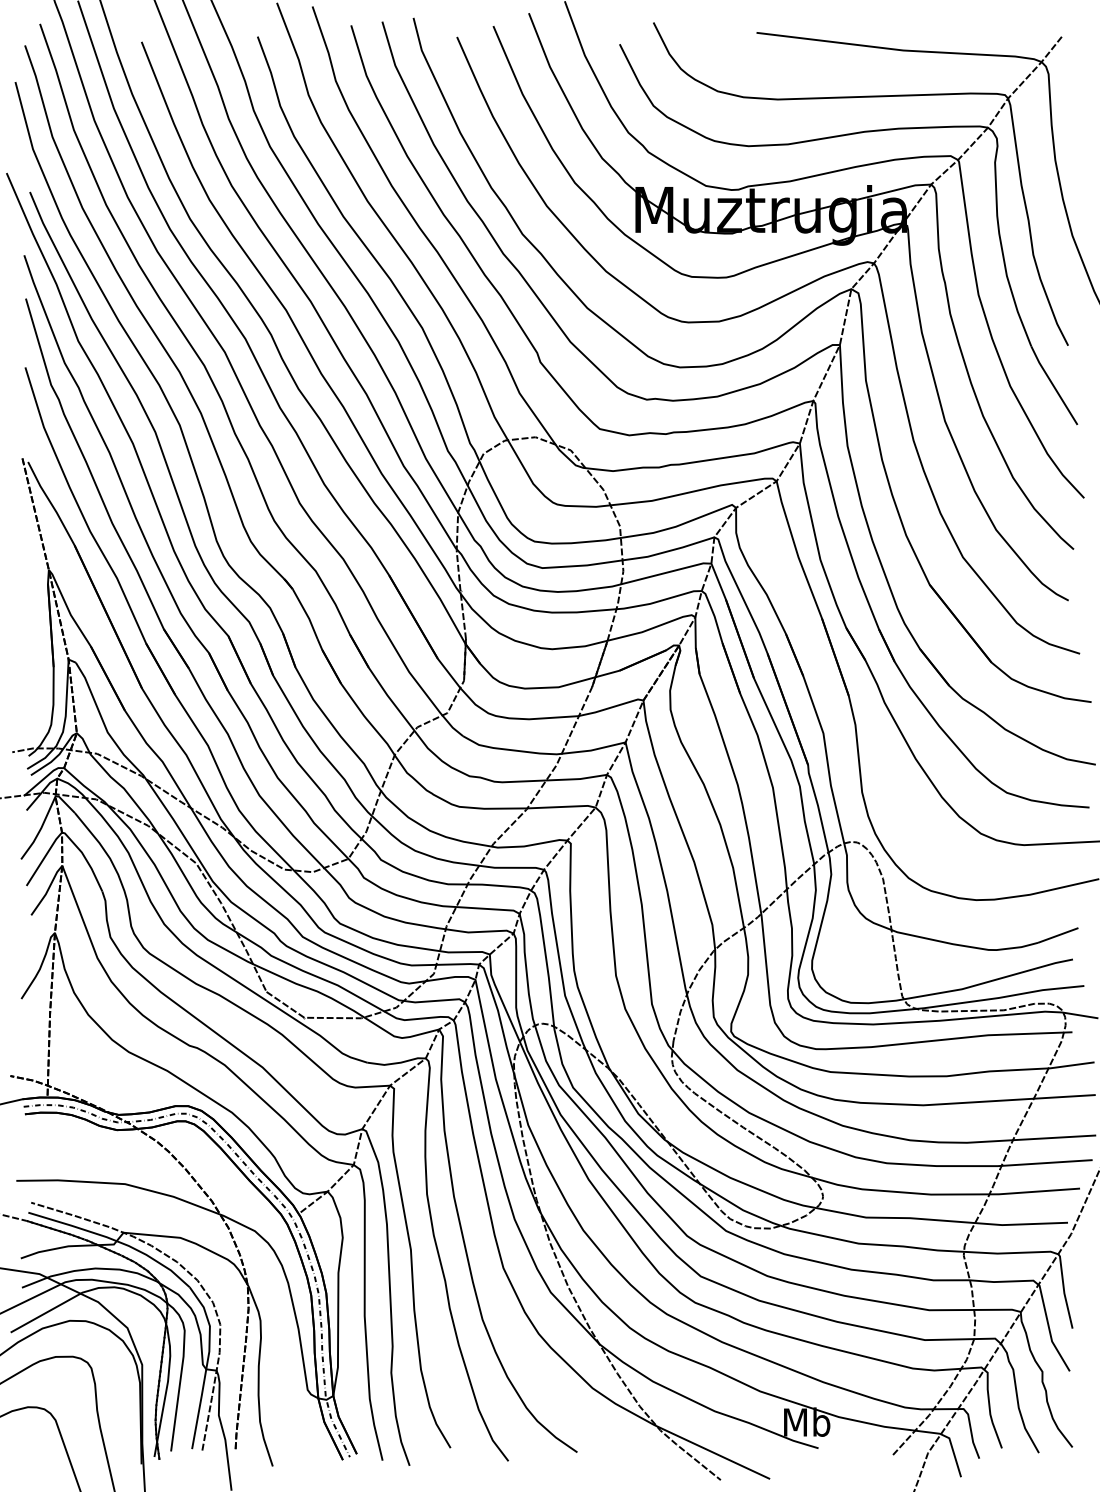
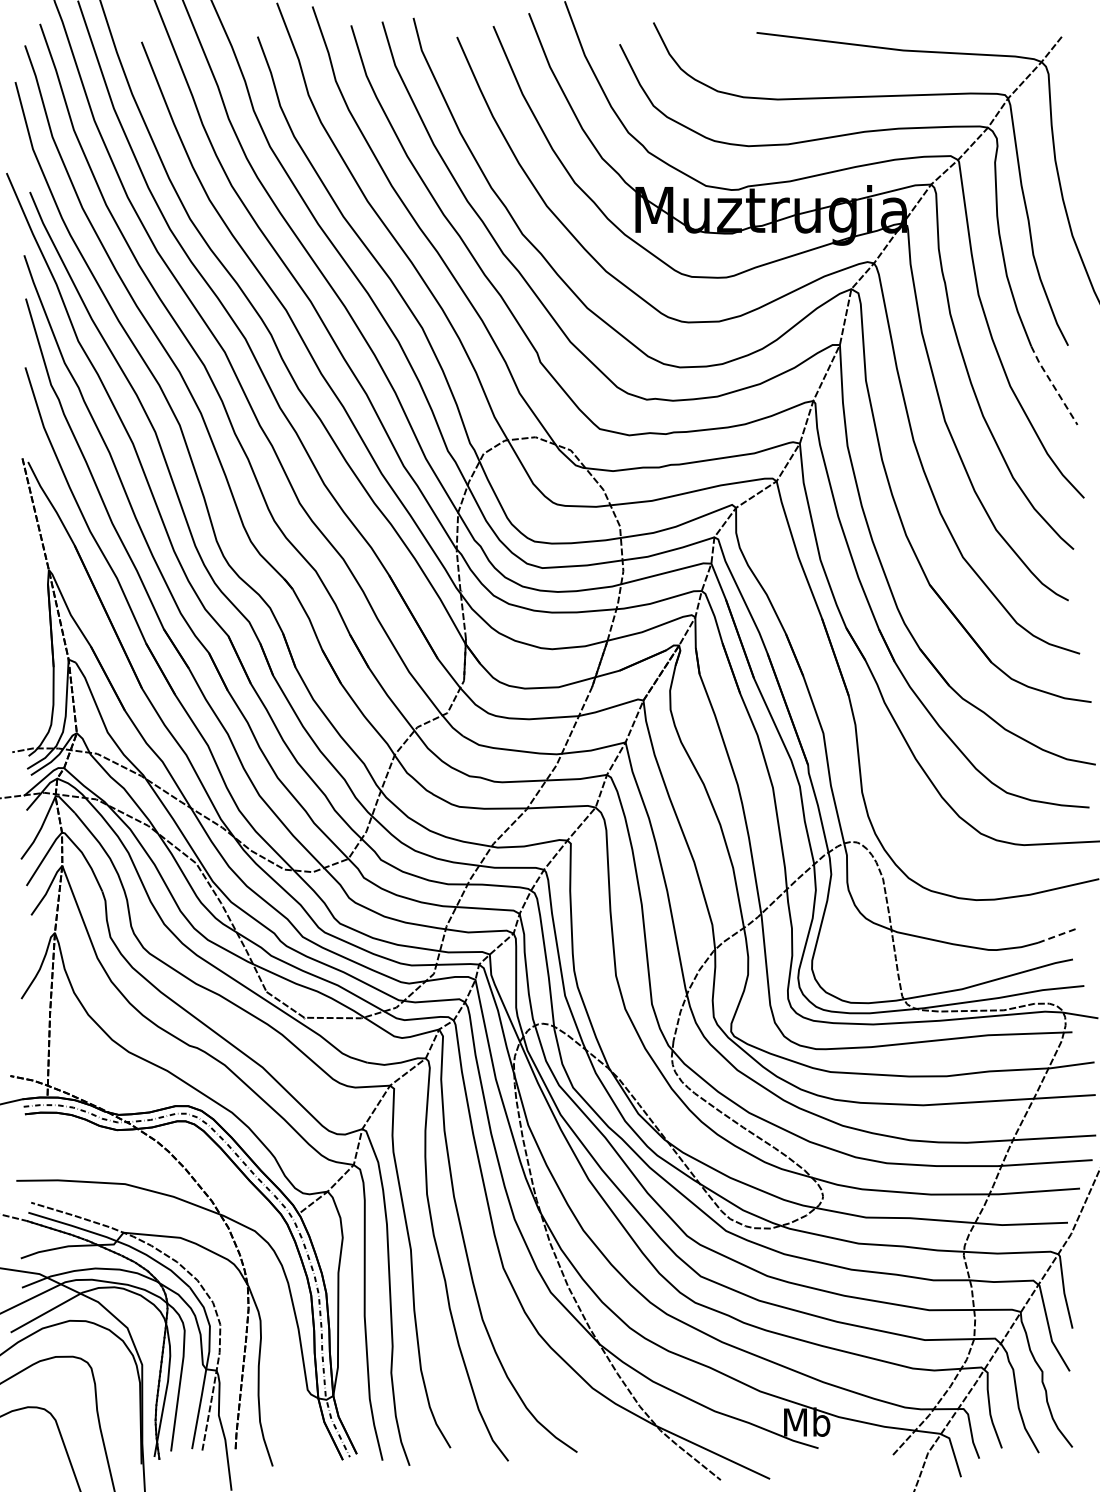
line at (1053, 385): solid -> dashed
line at (1058, 935): solid -> dashed
